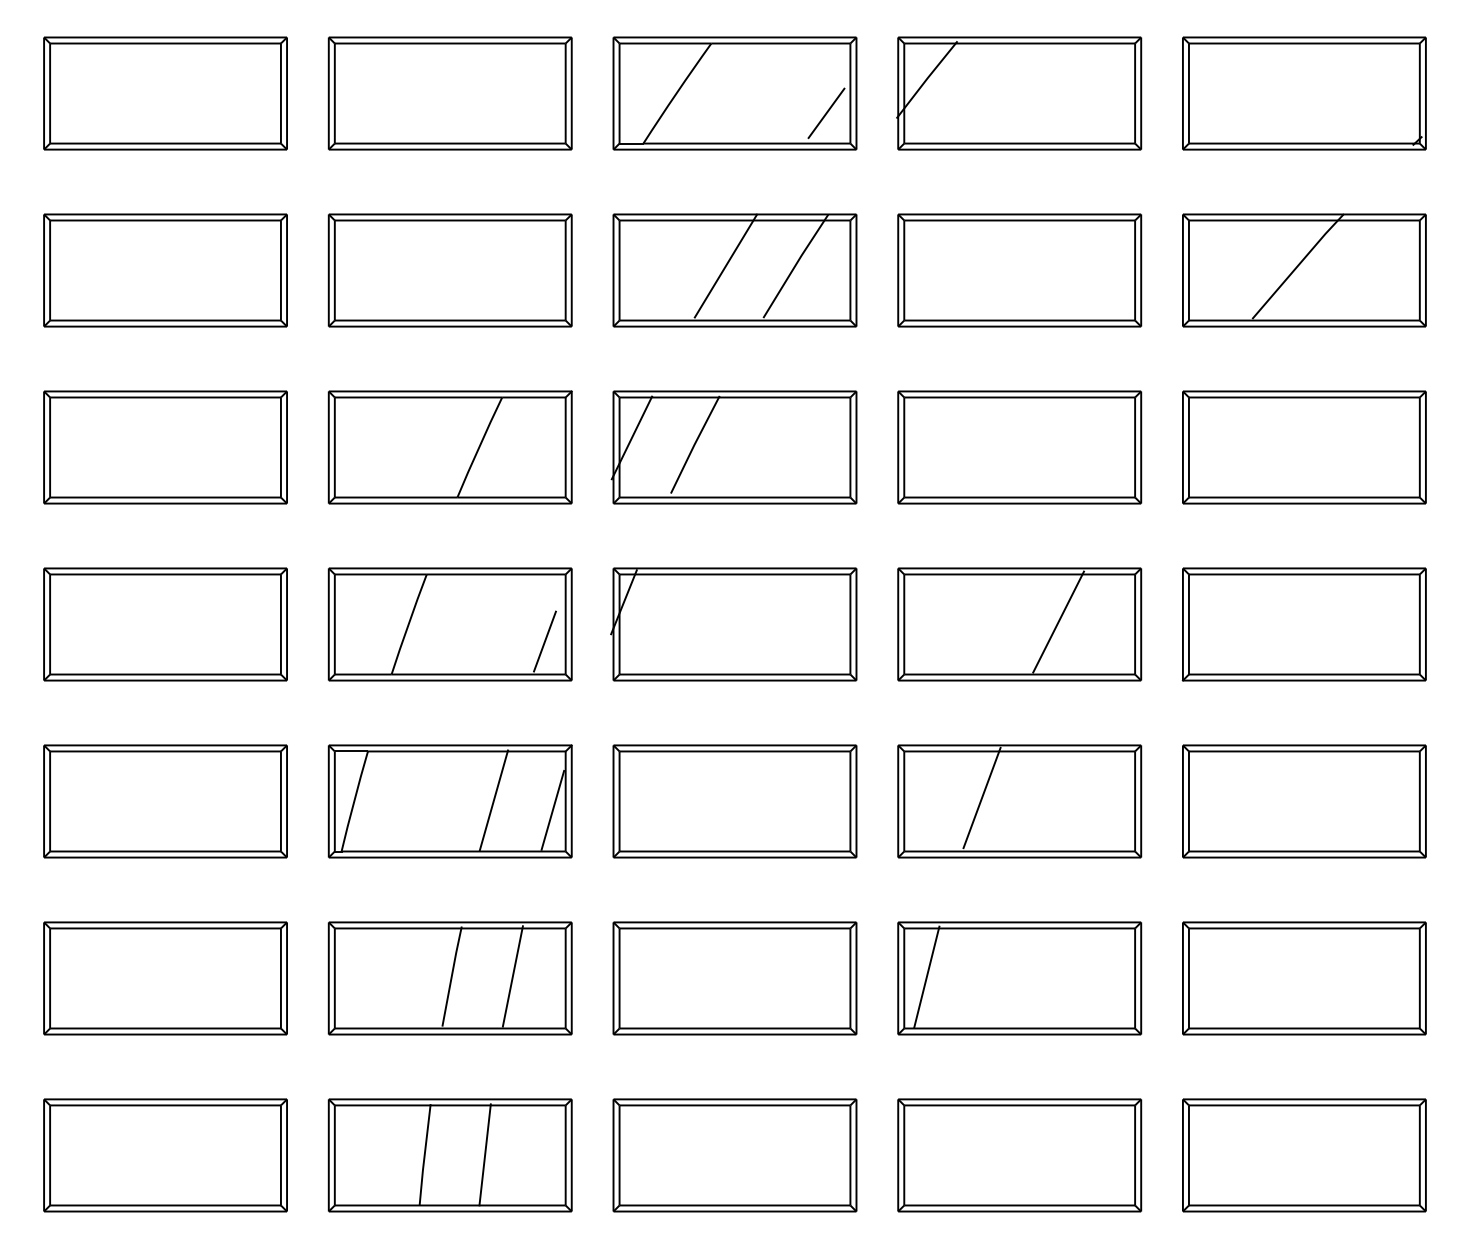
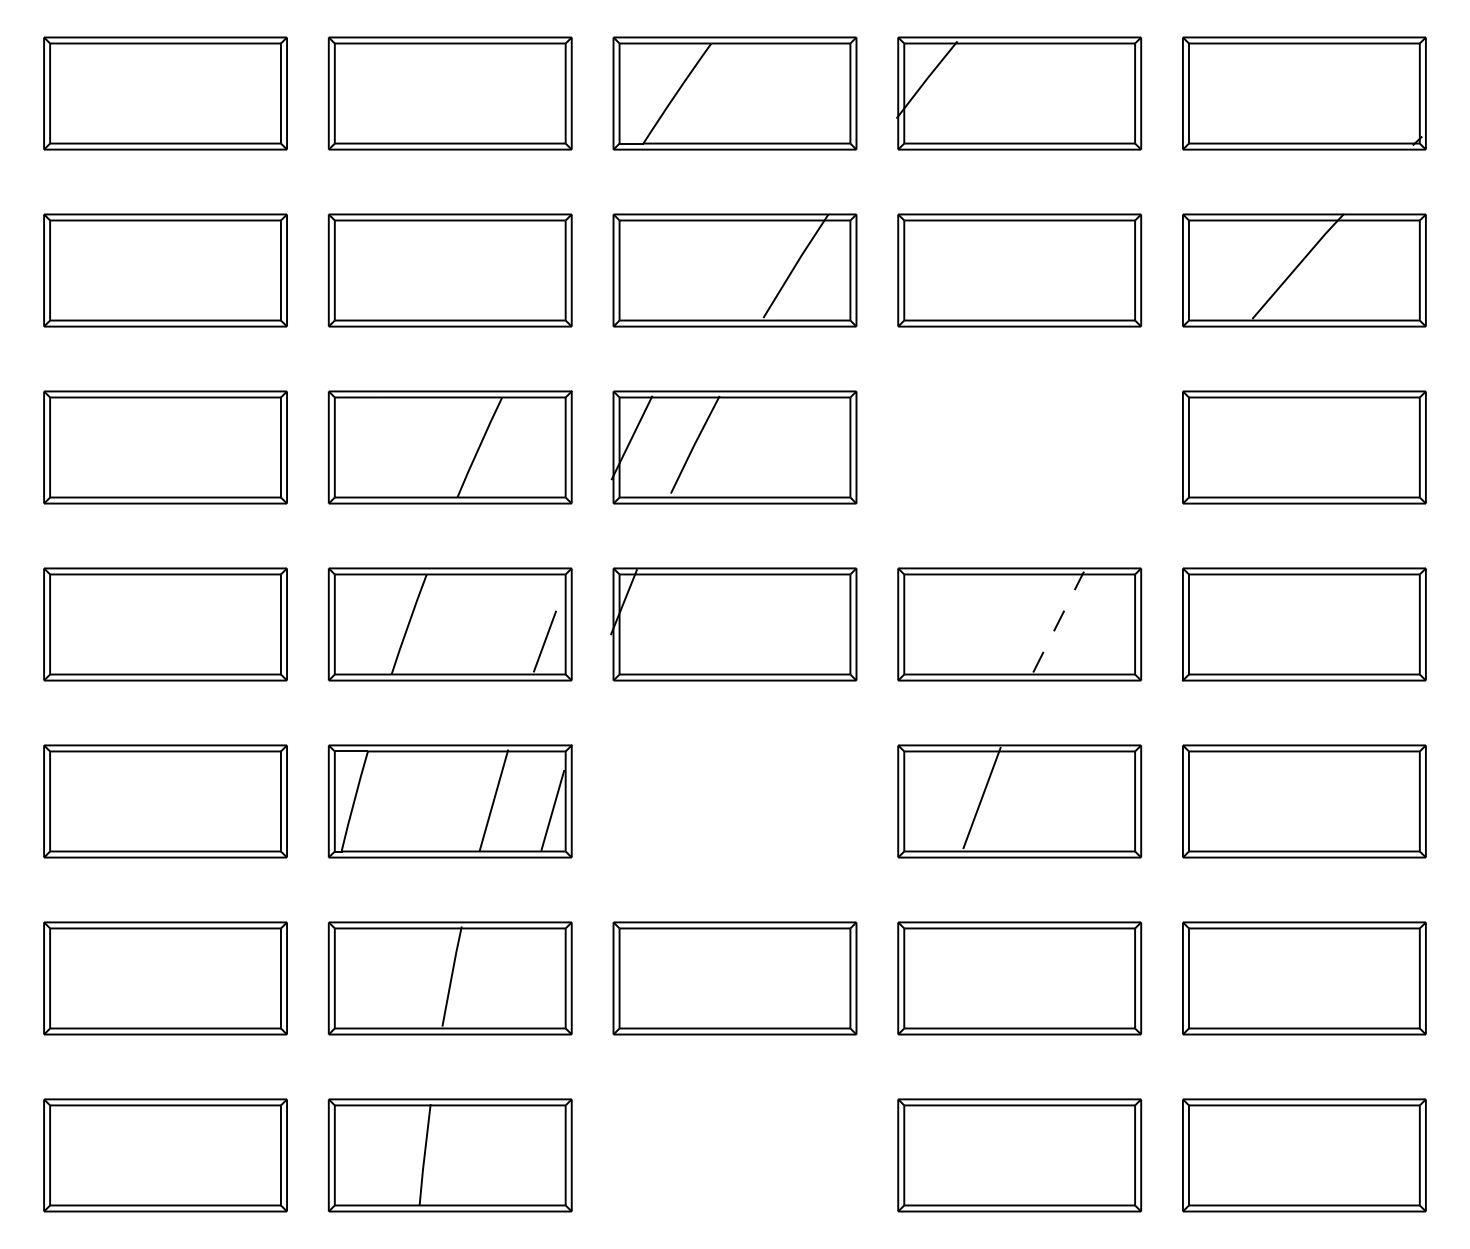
line at (826, 113): present -> none
line at (725, 265): present -> none
part at (1019, 447): present -> none
line at (1058, 621): solid -> dashed
part at (734, 801): present -> none
line at (512, 976): present -> none
line at (926, 976): present -> none
line at (484, 1154): present -> none
part at (734, 1155): present -> none
